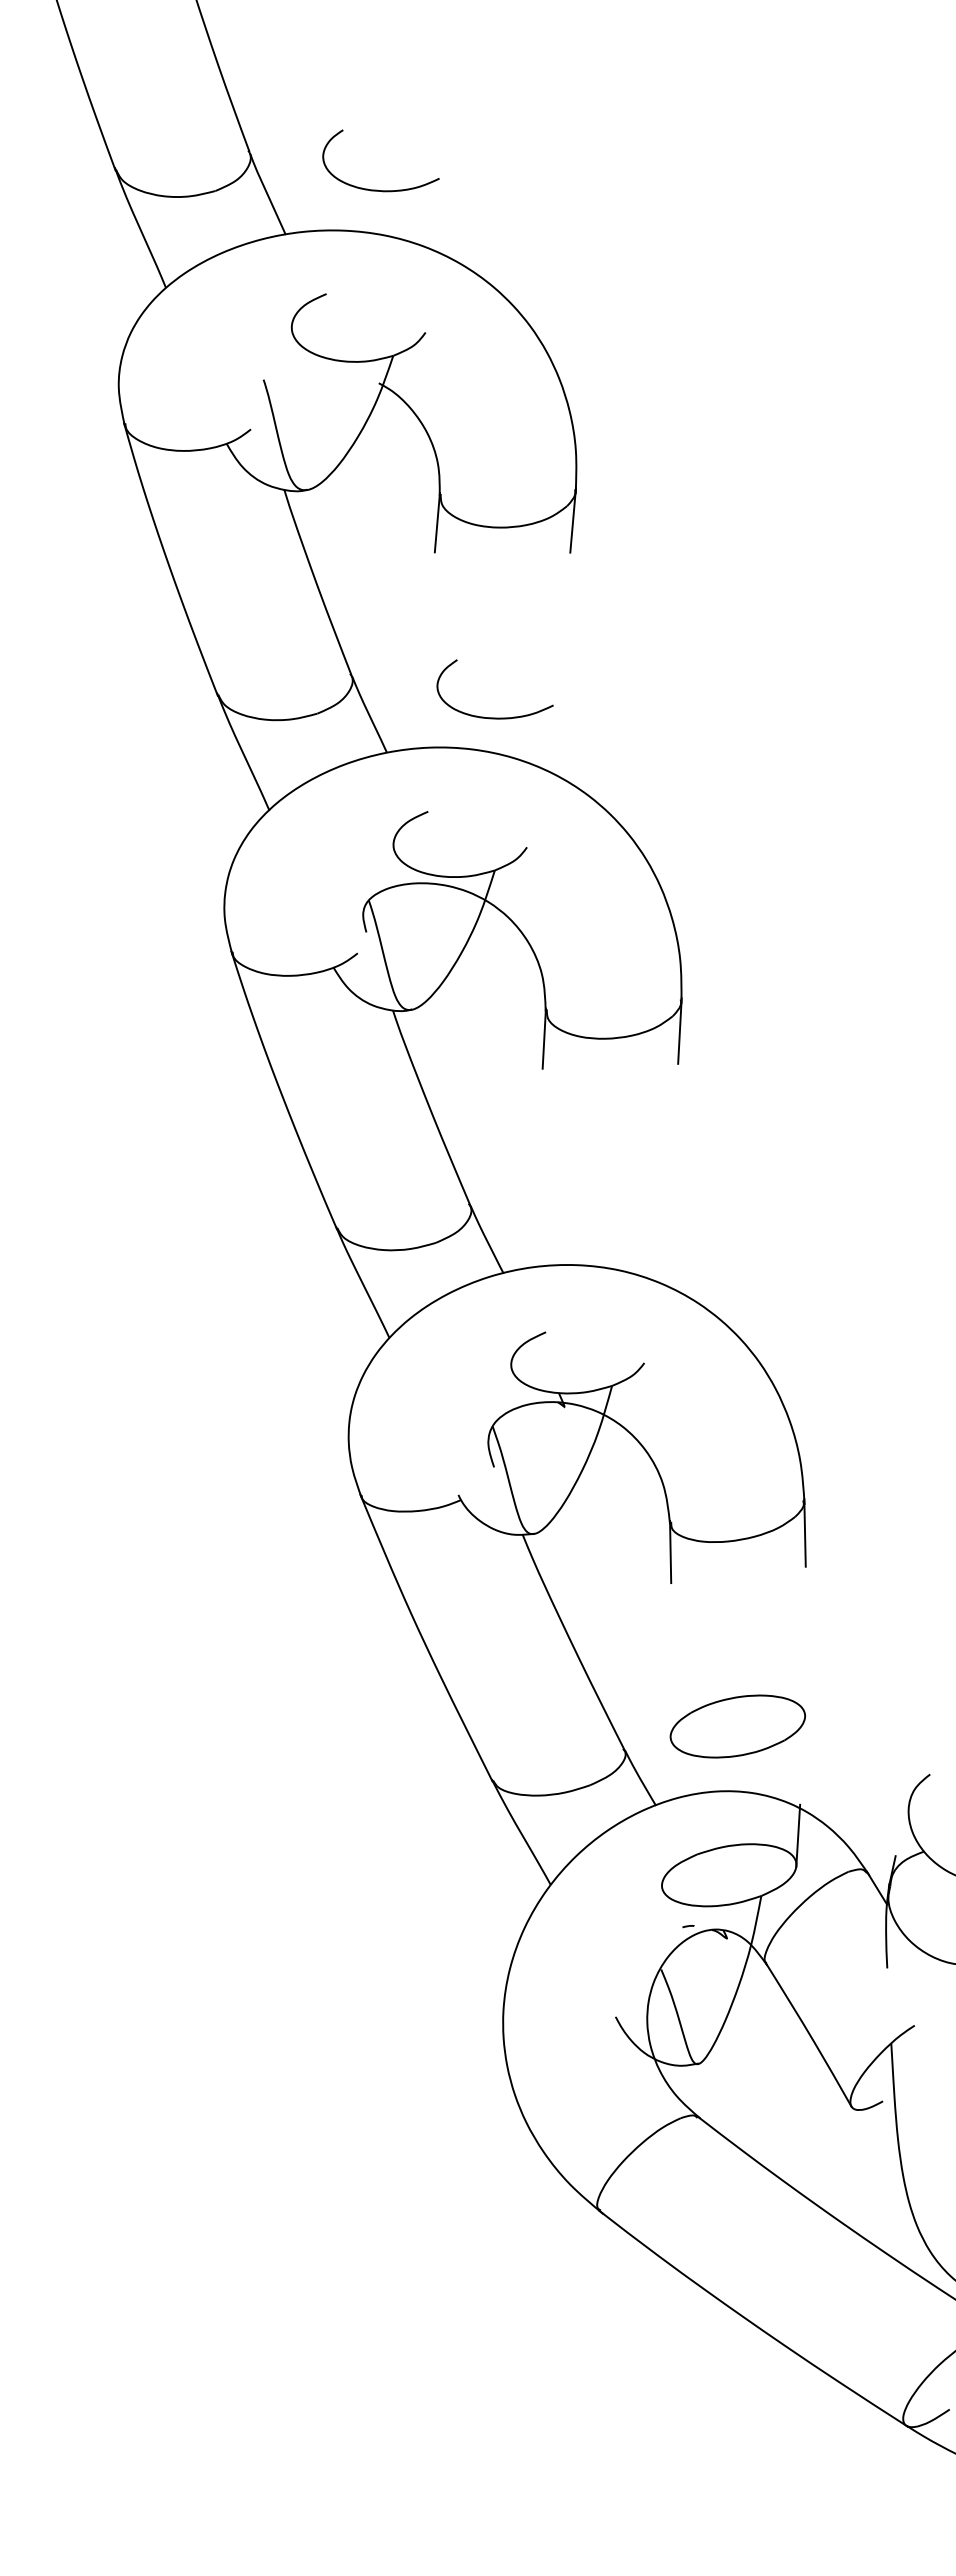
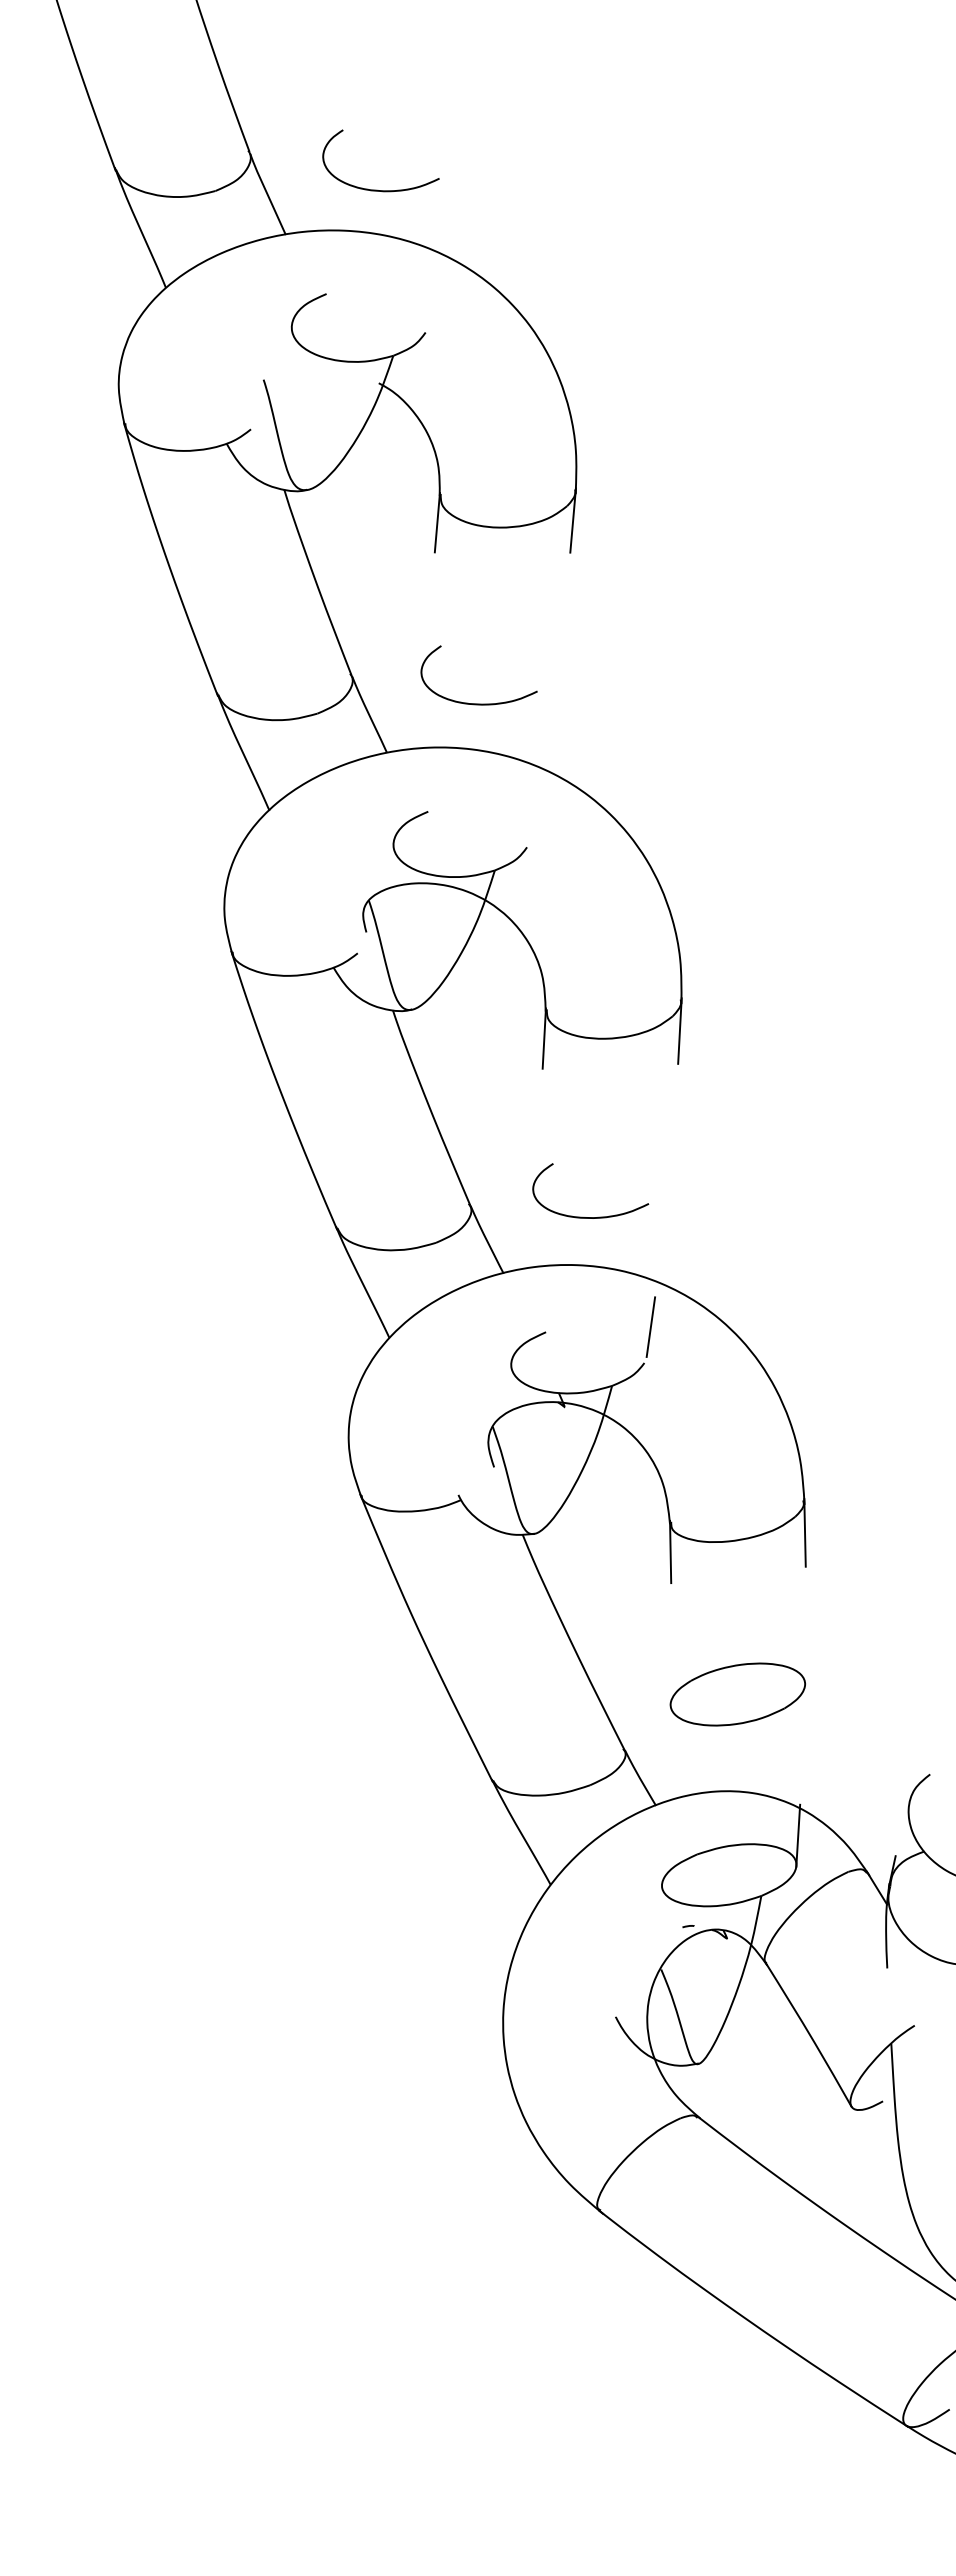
curve at (494, 717) position: (494, 717) -> (478, 703)
curve at (583, 1216): none -> present
line at (650, 1326): none -> present
part at (737, 1726) position: (737, 1726) -> (737, 1694)
